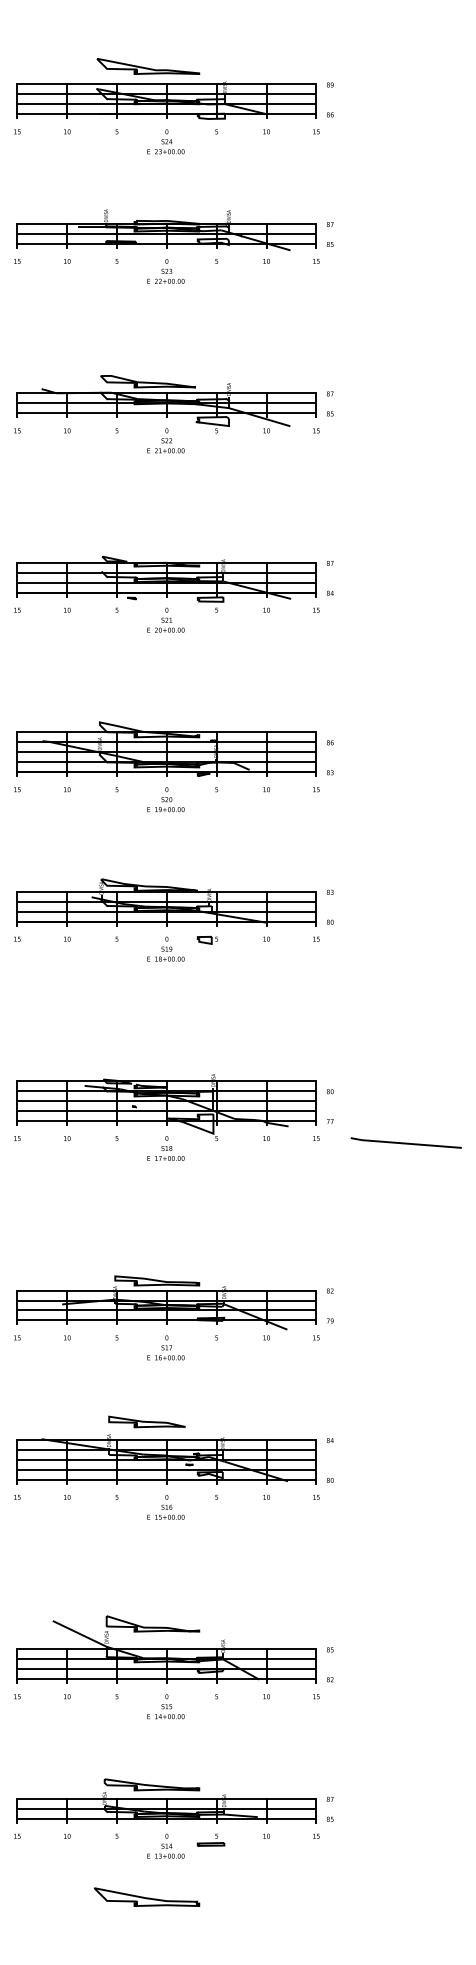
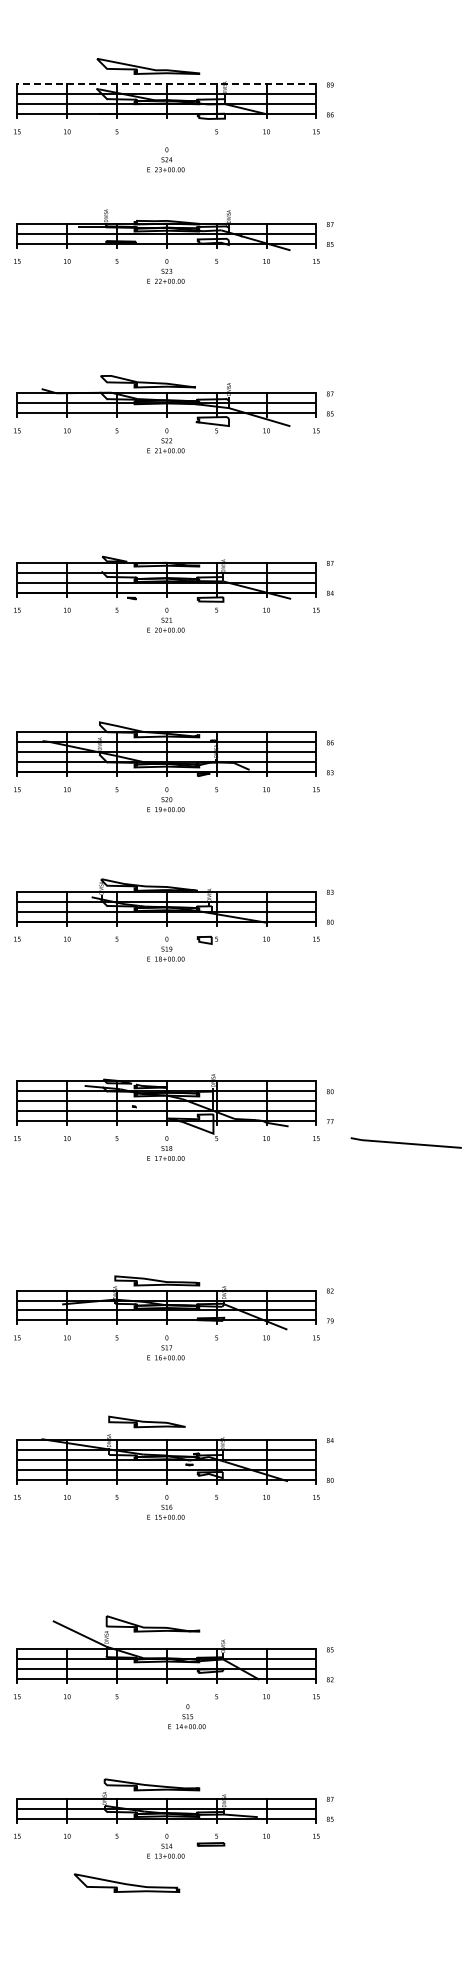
line at (166, 84): solid -> dashed
text at (165, 141) position: (165, 141) -> (165, 159)
text at (165, 1706) position: (165, 1706) -> (186, 1716)
part at (146, 1896) position: (146, 1896) -> (126, 1882)
